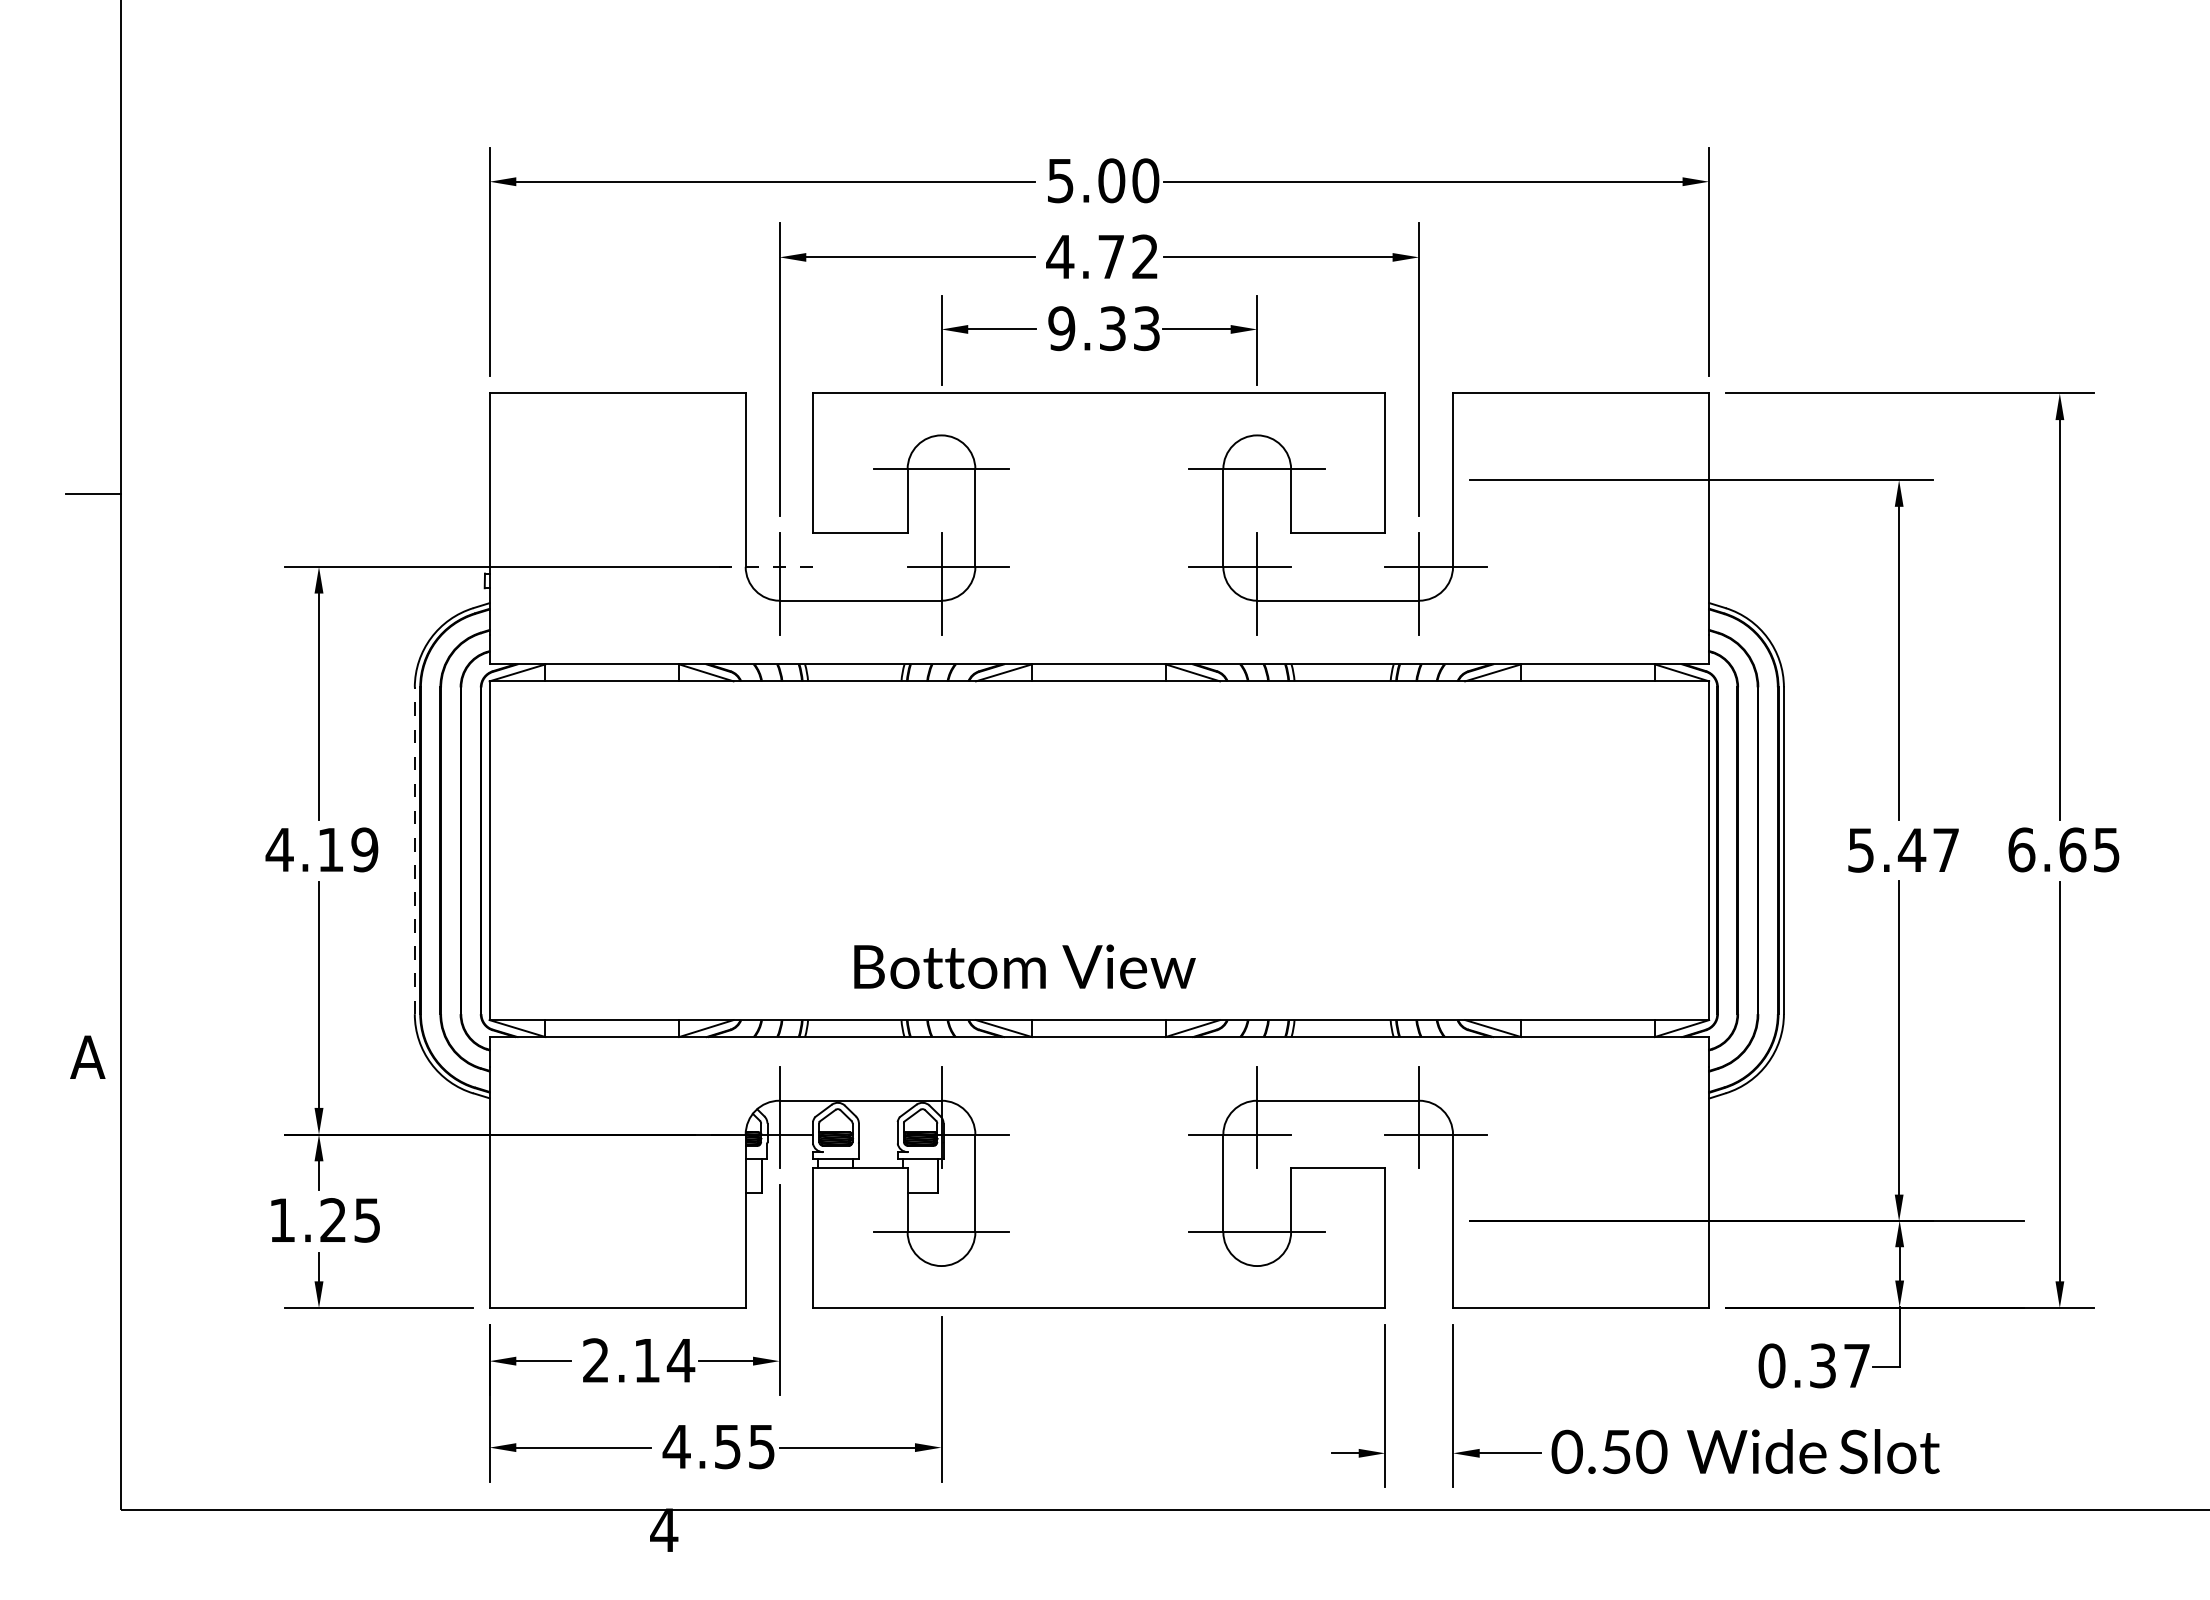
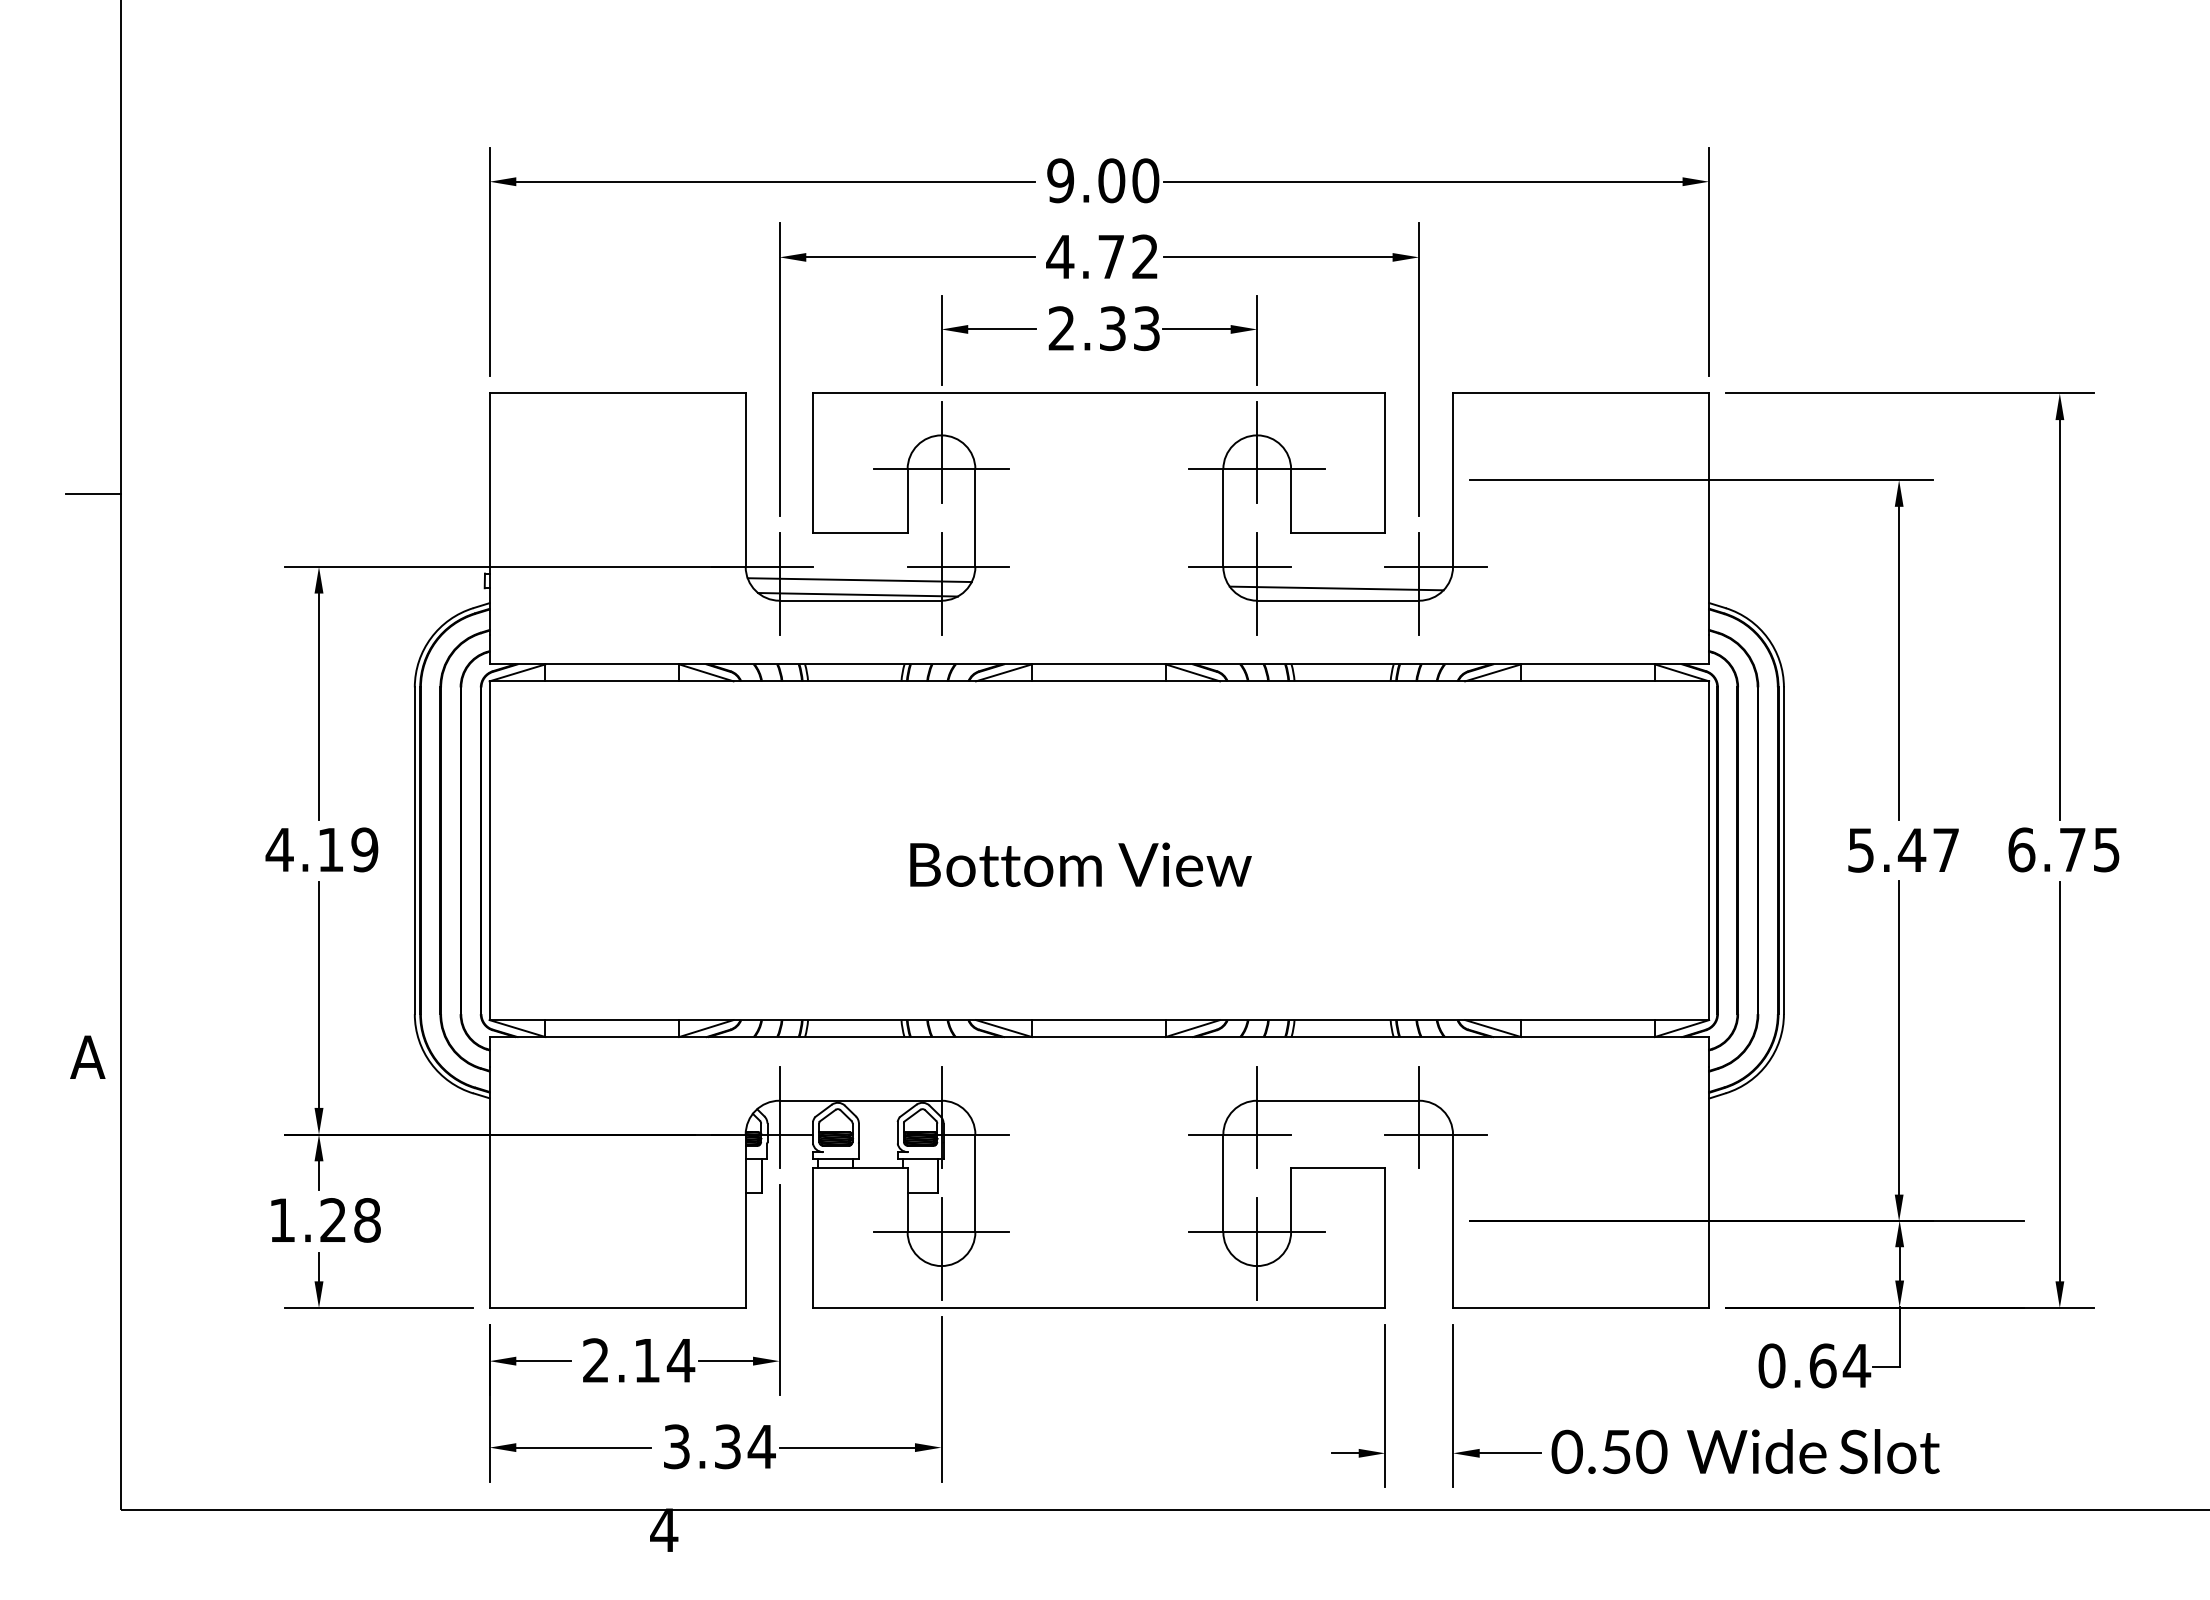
text at (1060, 180): 5.00 -> 9.00
text at (1061, 328): 9.33 -> 2.33
line at (941, 452): none -> present
line at (1257, 452): none -> present
line at (762, 566): dashed -> solid
line at (859, 580): none -> present
line at (1336, 588): none -> present
line at (858, 594): none -> present
text at (2072, 849): 6.65 -> 6.75
line at (414, 850): dashed -> solid
text at (1024, 966) position: (1024, 966) -> (1080, 864)
text at (367, 1220): 1.25 -> 1.28
line at (941, 1248): none -> present
line at (1257, 1248): none -> present
text at (1840, 1365): 0.37 -> 0.64
text at (718, 1446): 4.55 -> 3.34
